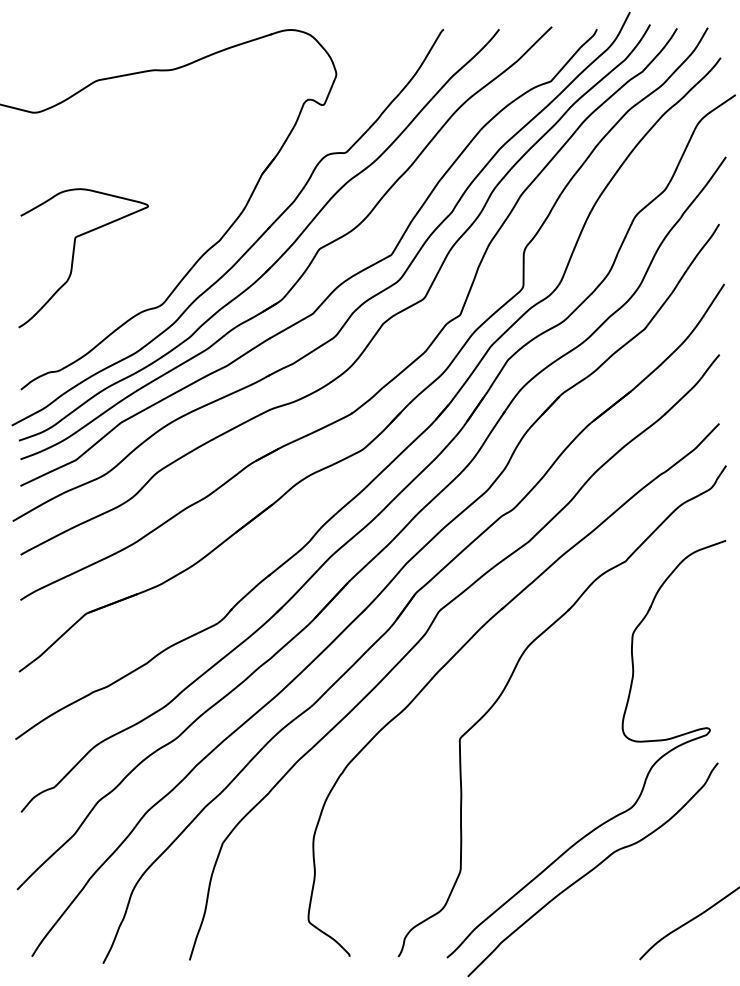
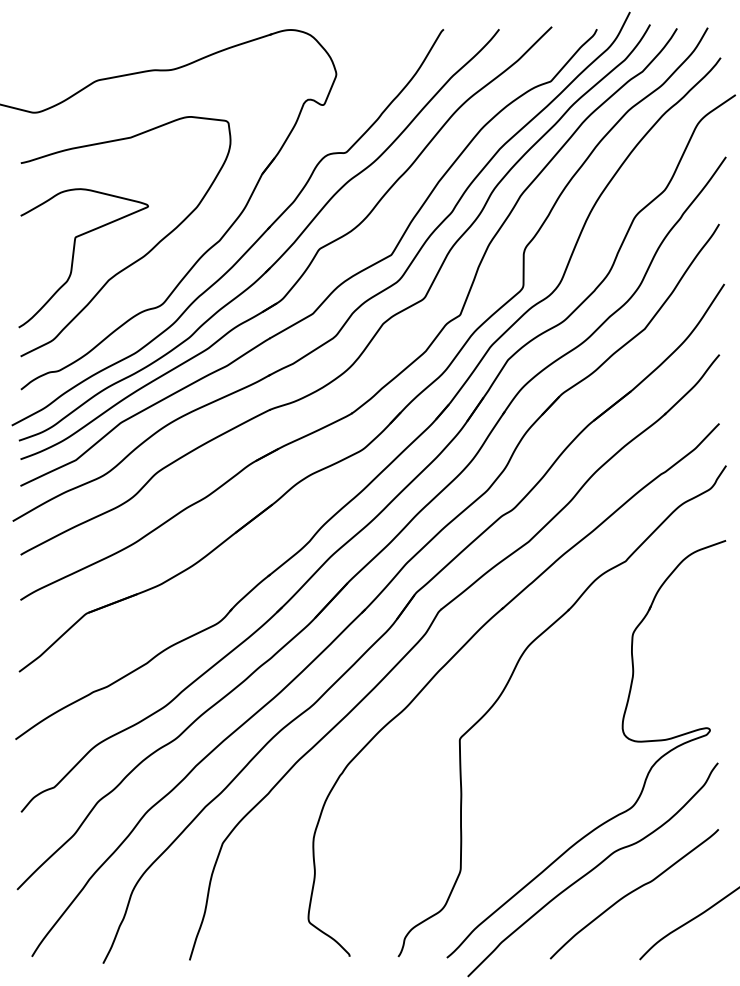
curve at (140, 257): none -> present
curve at (633, 892): none -> present
